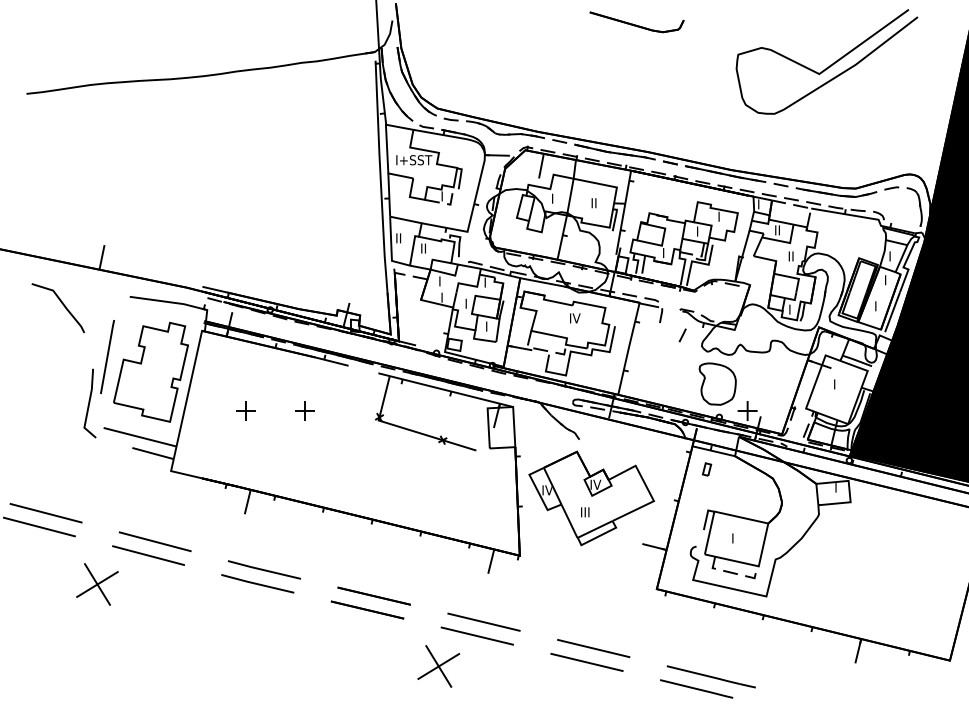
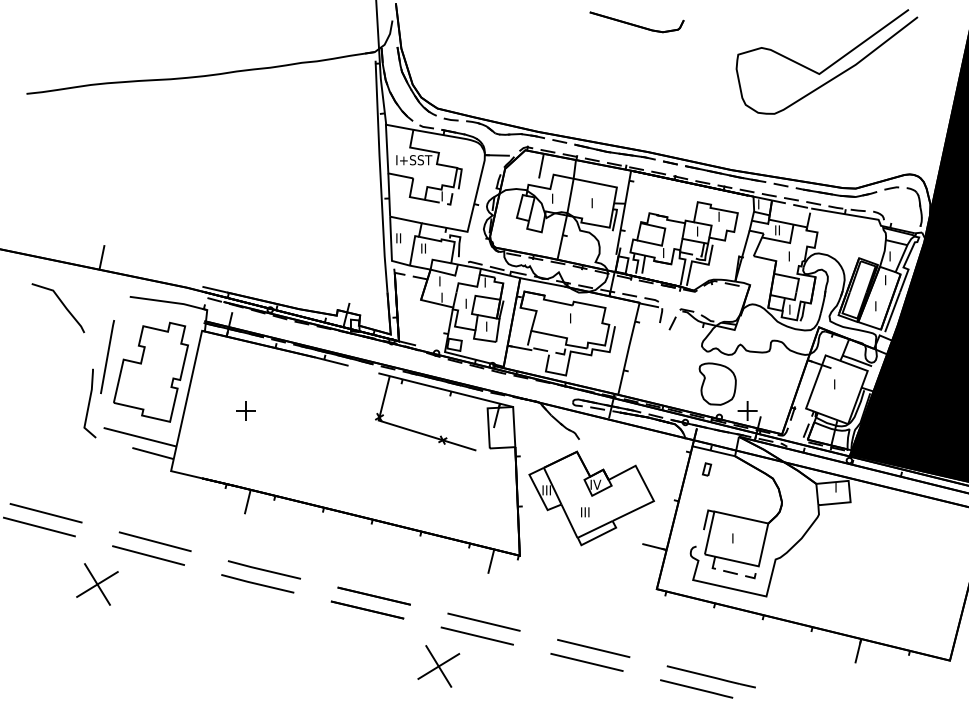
text at (595, 203): II -> I
text at (792, 256): II -> I
text at (576, 318): IV -> I
line at (682, 335) position: (682, 335) -> (672, 323)
part at (304, 410): present -> none
text at (548, 490): IV -> III
